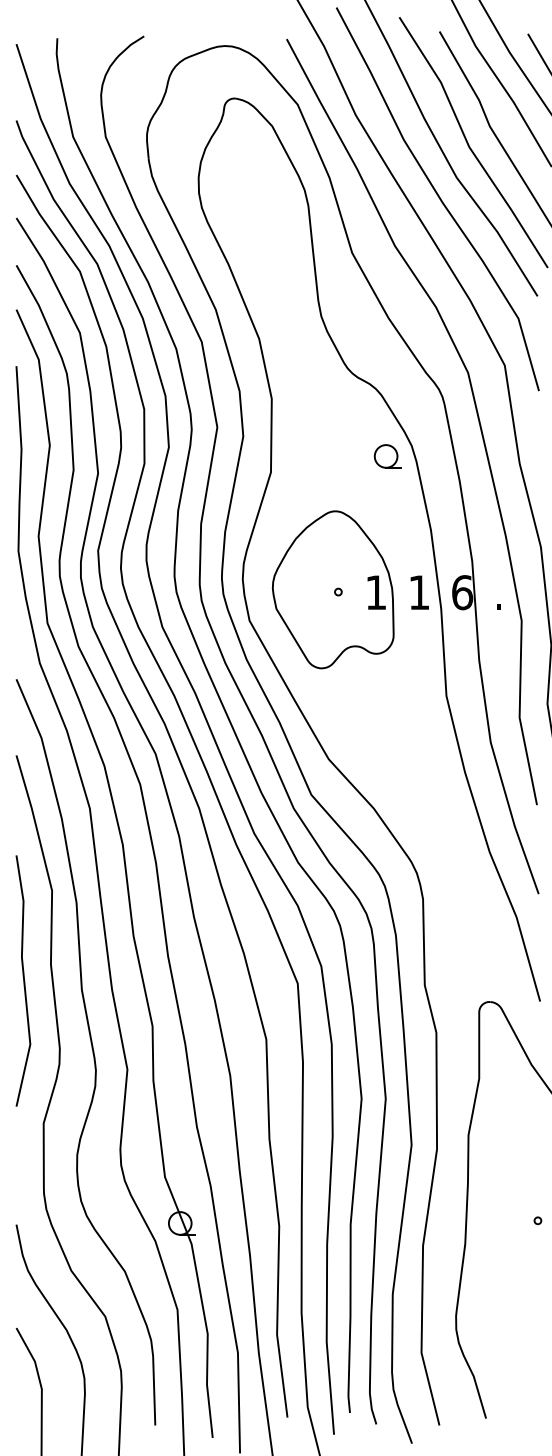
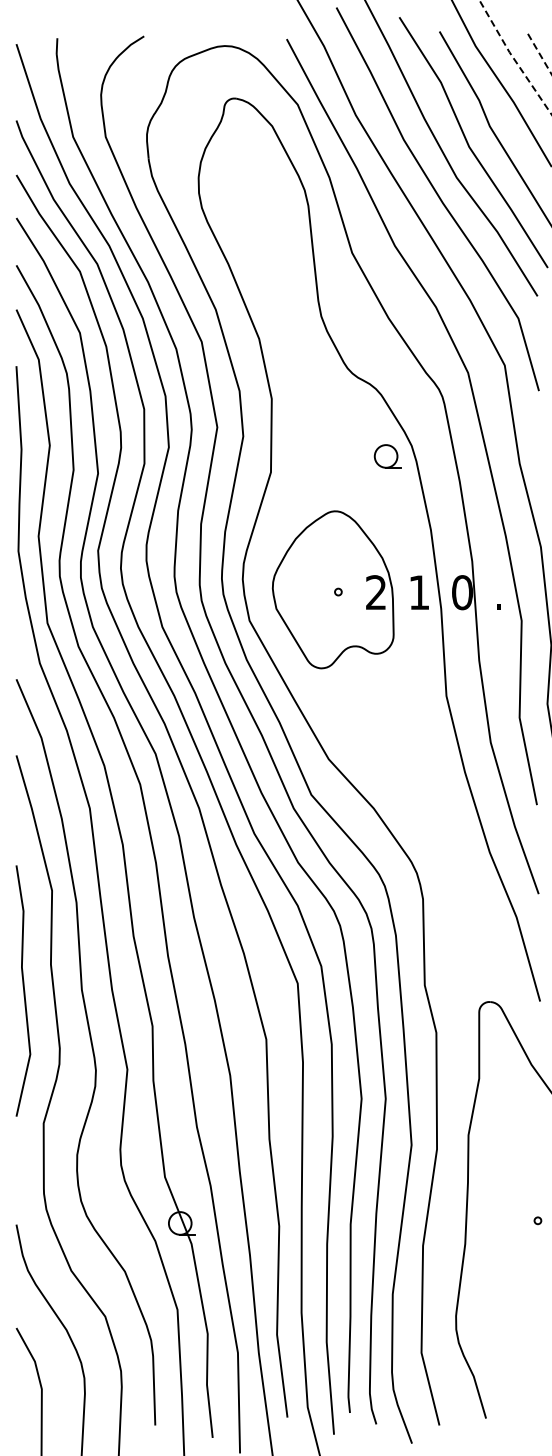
line at (539, 54): solid -> dashed
line at (513, 58): solid -> dashed
text at (375, 592): 1 -> 2
text at (462, 592): 6 -> 0
line at (23, 980) position: (23, 980) -> (23, 990)
